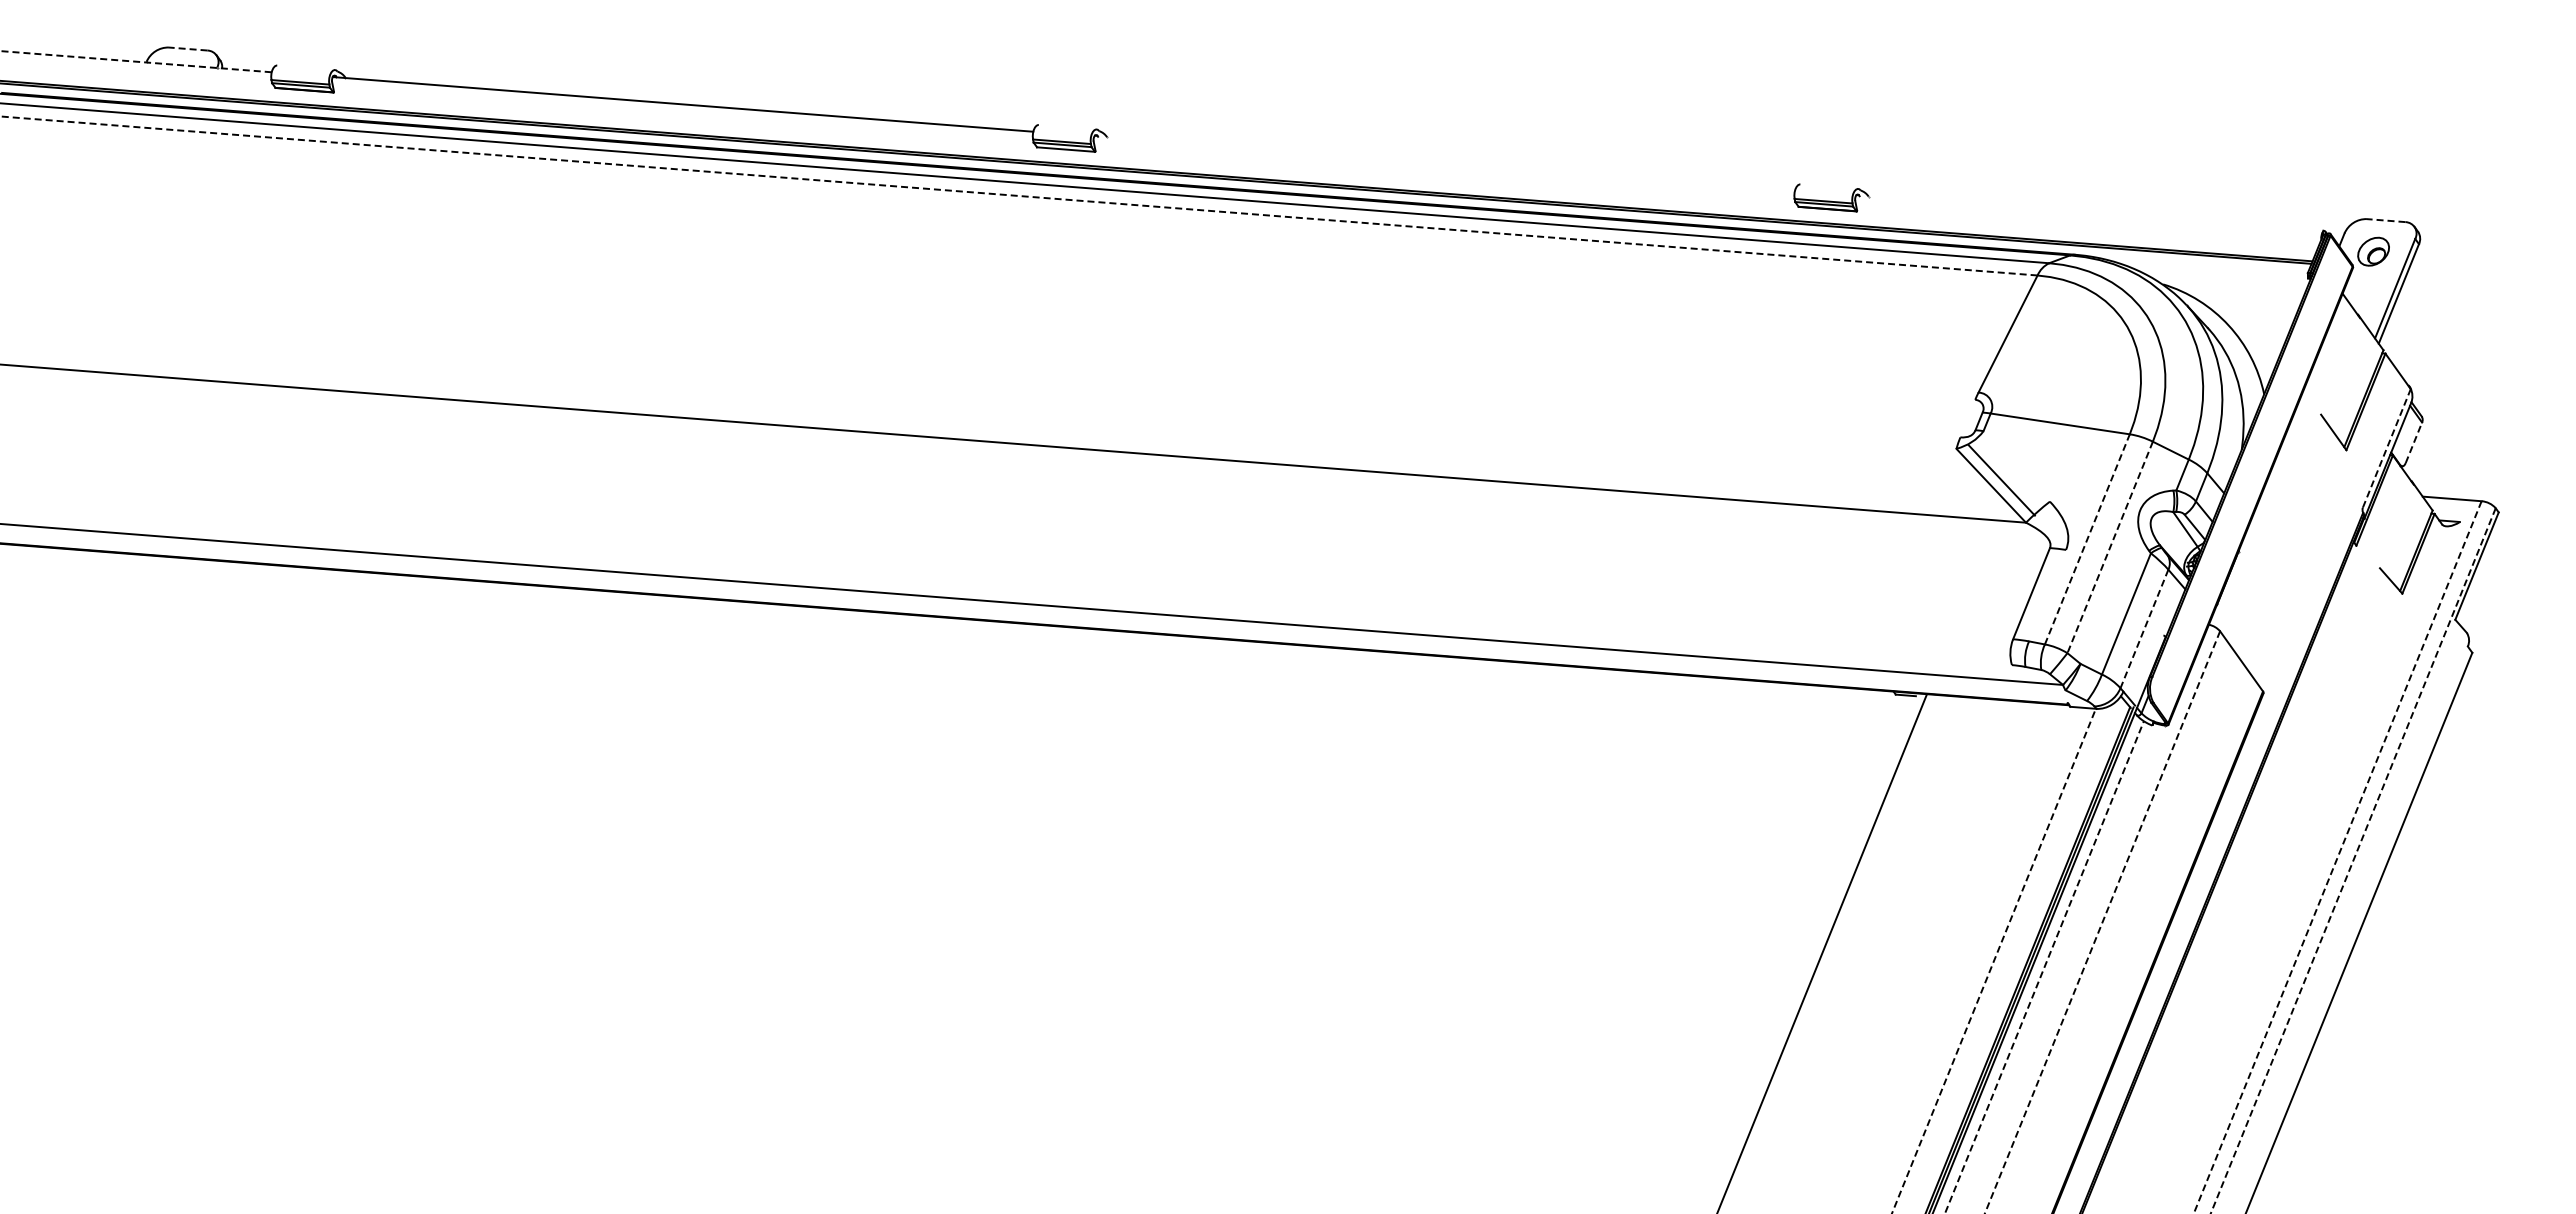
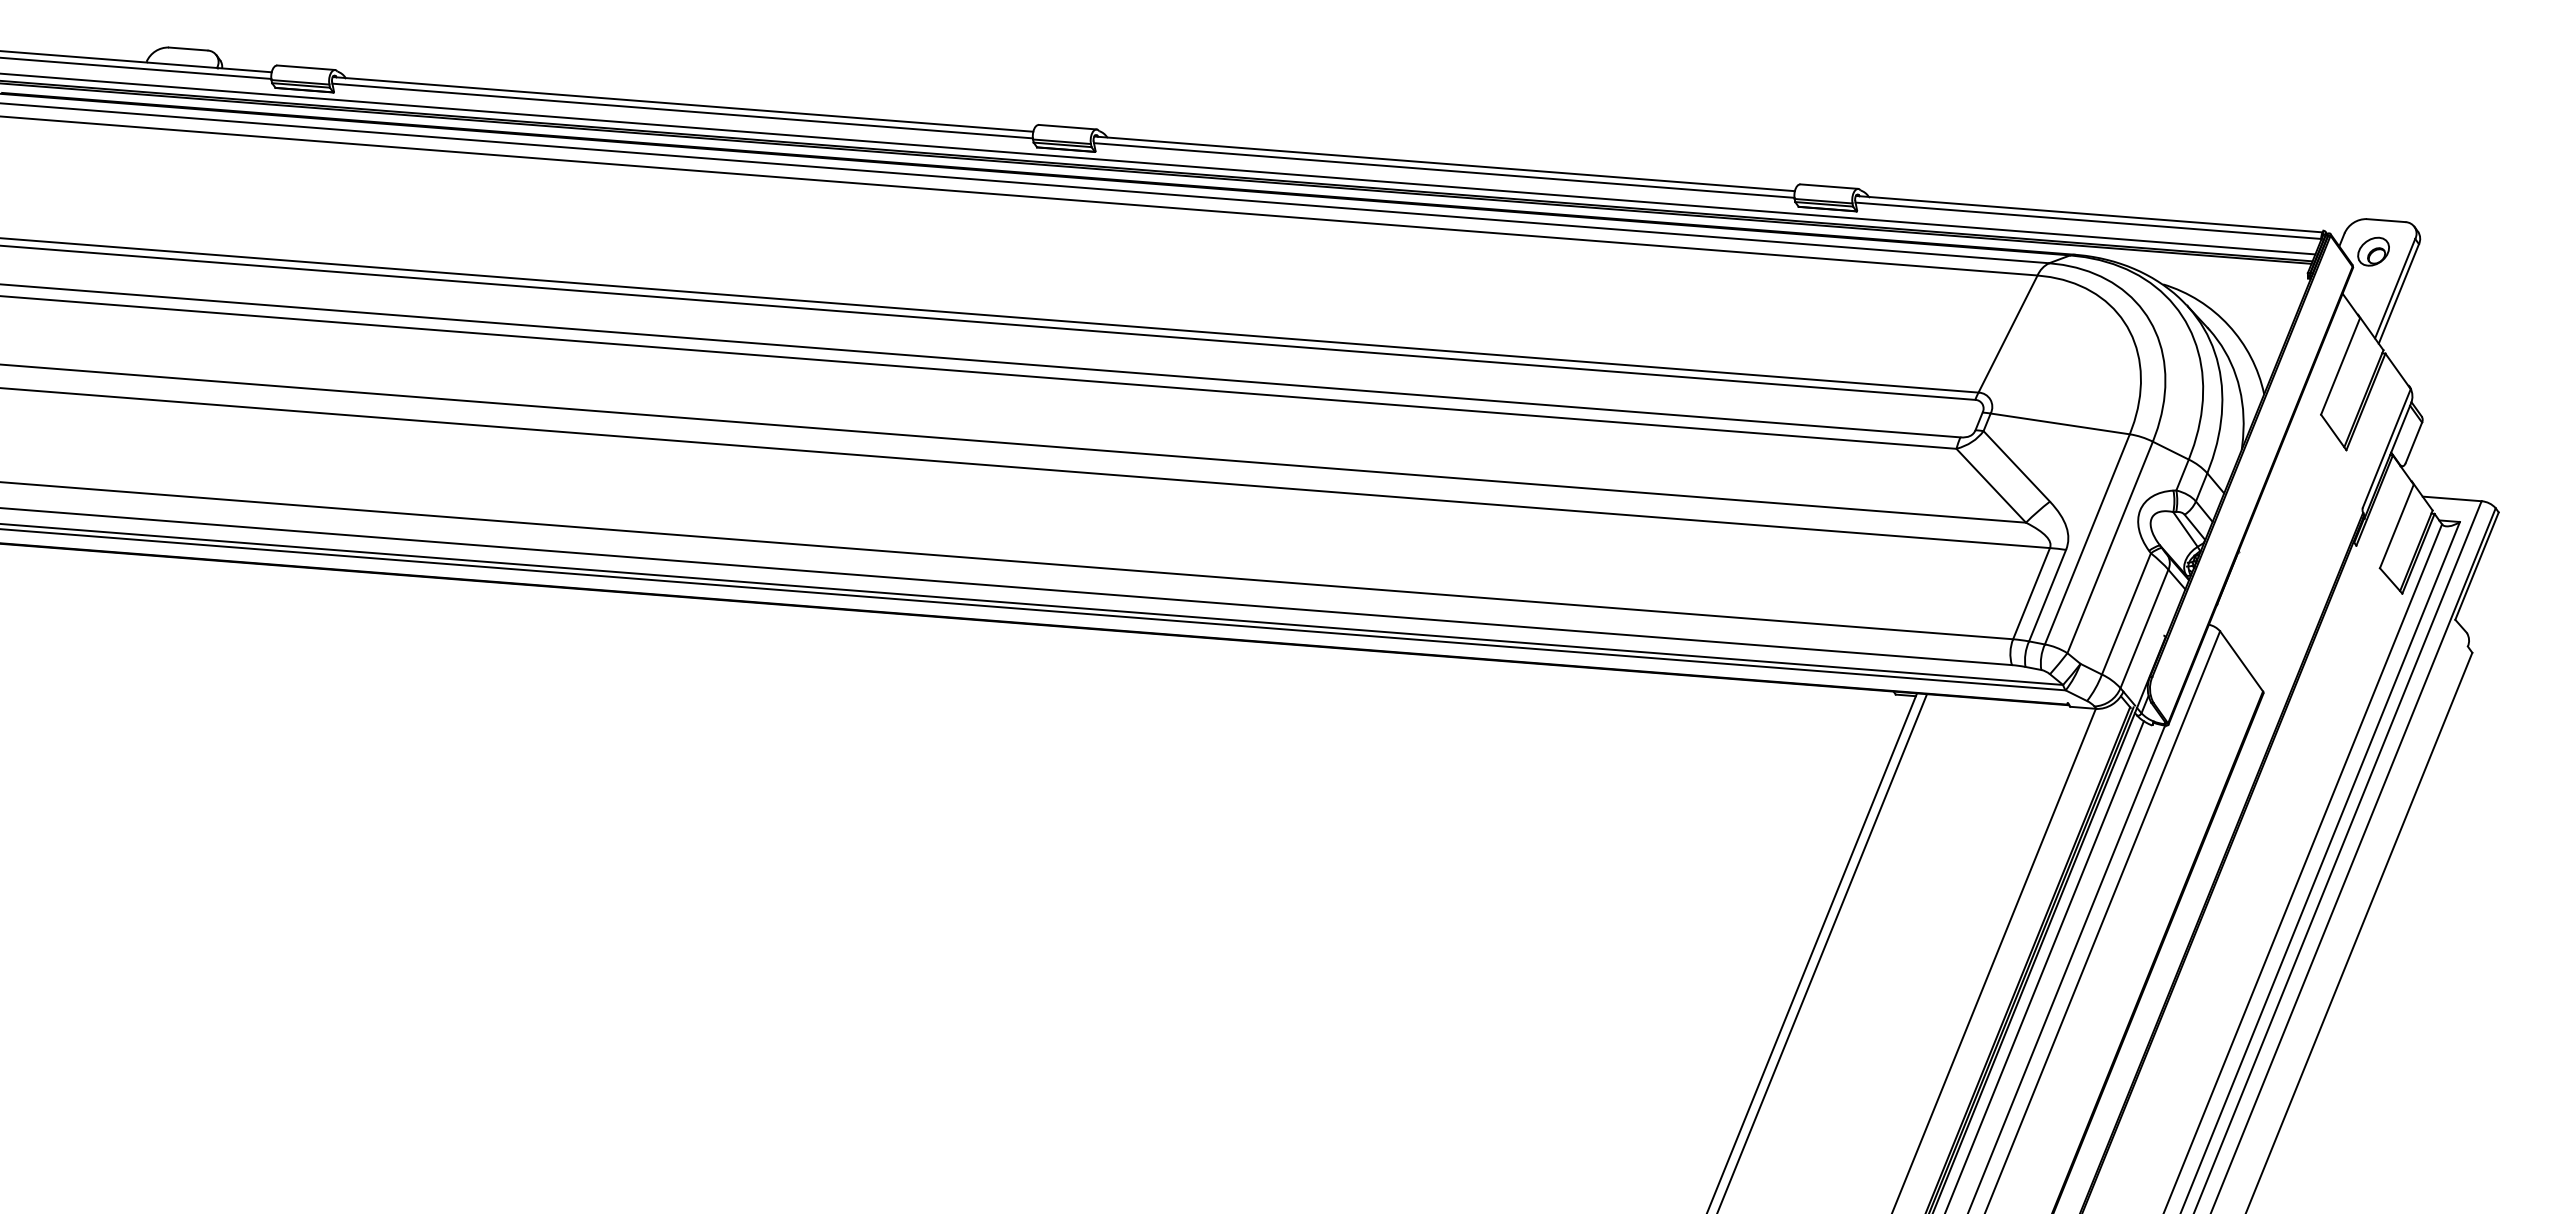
line at (187, 49): dashed -> solid
line at (135, 61): dashed -> solid
line at (136, 67): none -> present
line at (306, 67): none -> present
line at (682, 110): none -> present
line at (1067, 126): none -> present
line at (1066, 149): none -> present
line at (1158, 163): none -> present
line at (1444, 163): none -> present
line at (1444, 170): none -> present
line at (1829, 186): none -> present
line at (1018, 195): dashed -> solid
line at (2088, 213): none -> present
line at (2088, 220): none -> present
line at (2385, 220): dashed -> solid
line at (990, 315): none -> present
line at (988, 322): none -> present
line at (981, 360): none -> present
line at (2340, 366): none -> present
line at (979, 372): none -> present
line at (2413, 442): dashed -> solid
line at (2386, 448): dashed -> solid
line at (1025, 468): none -> present
line at (2001, 480) position: (2001, 480) -> (2016, 466)
line at (2396, 526): none -> present
line at (2087, 538): dashed -> solid
line at (2110, 547): dashed -> solid
line at (1007, 560): none -> present
line at (1006, 586): none -> present
line at (2047, 595): none -> present
line at (1033, 609): none -> present
line at (2144, 628): dashed -> solid
line at (2337, 857): dashed -> solid
line at (2353, 861): dashed -> solid
line at (2320, 866): none -> present
line at (2303, 867): none -> present
line at (2102, 922): dashed -> solid
line at (1812, 951): none -> present
line at (1994, 960): dashed -> solid
line at (2044, 966): dashed -> solid
line at (2067, 967): none -> present
